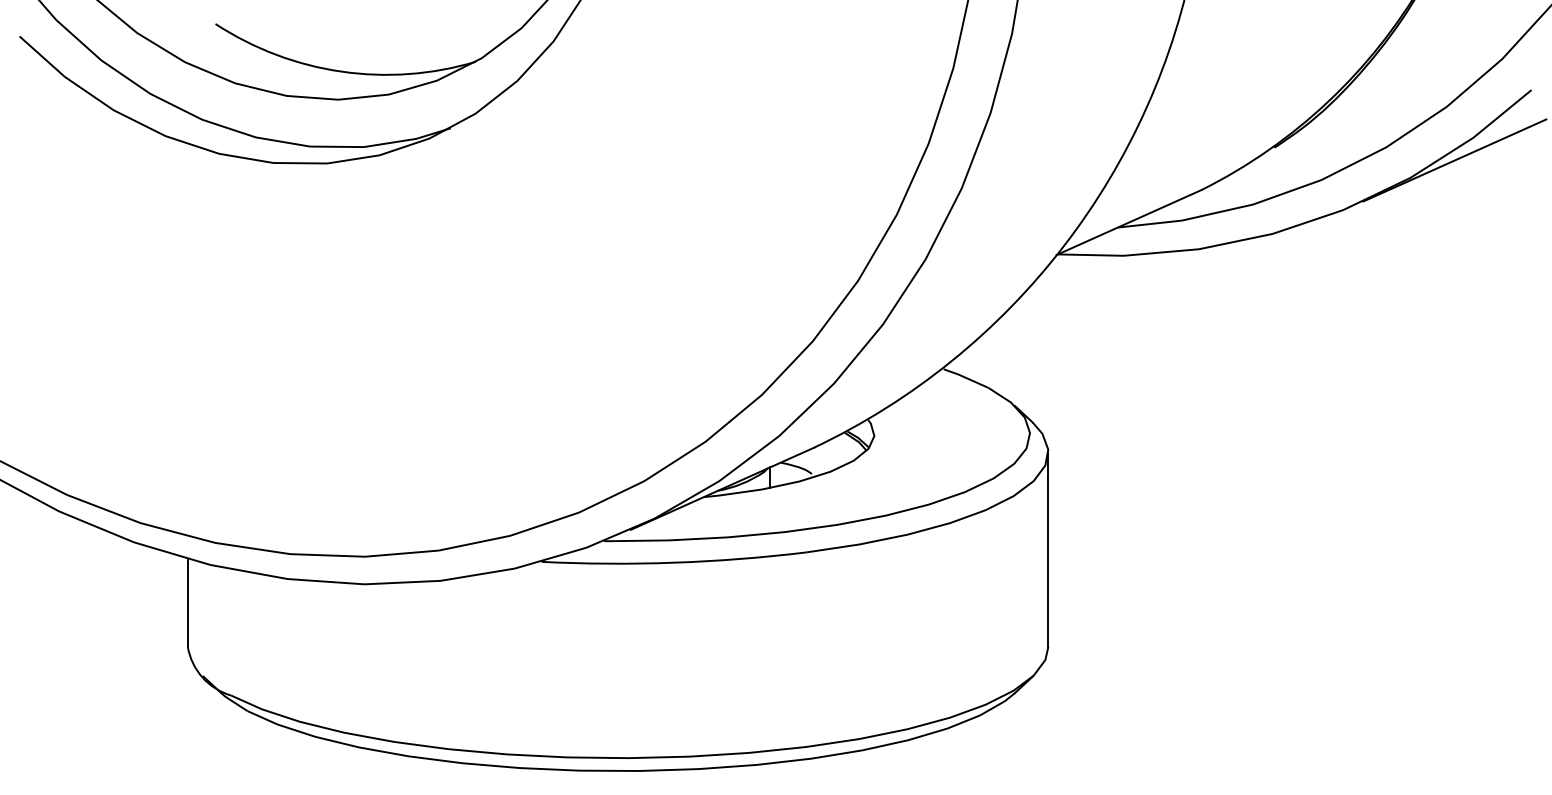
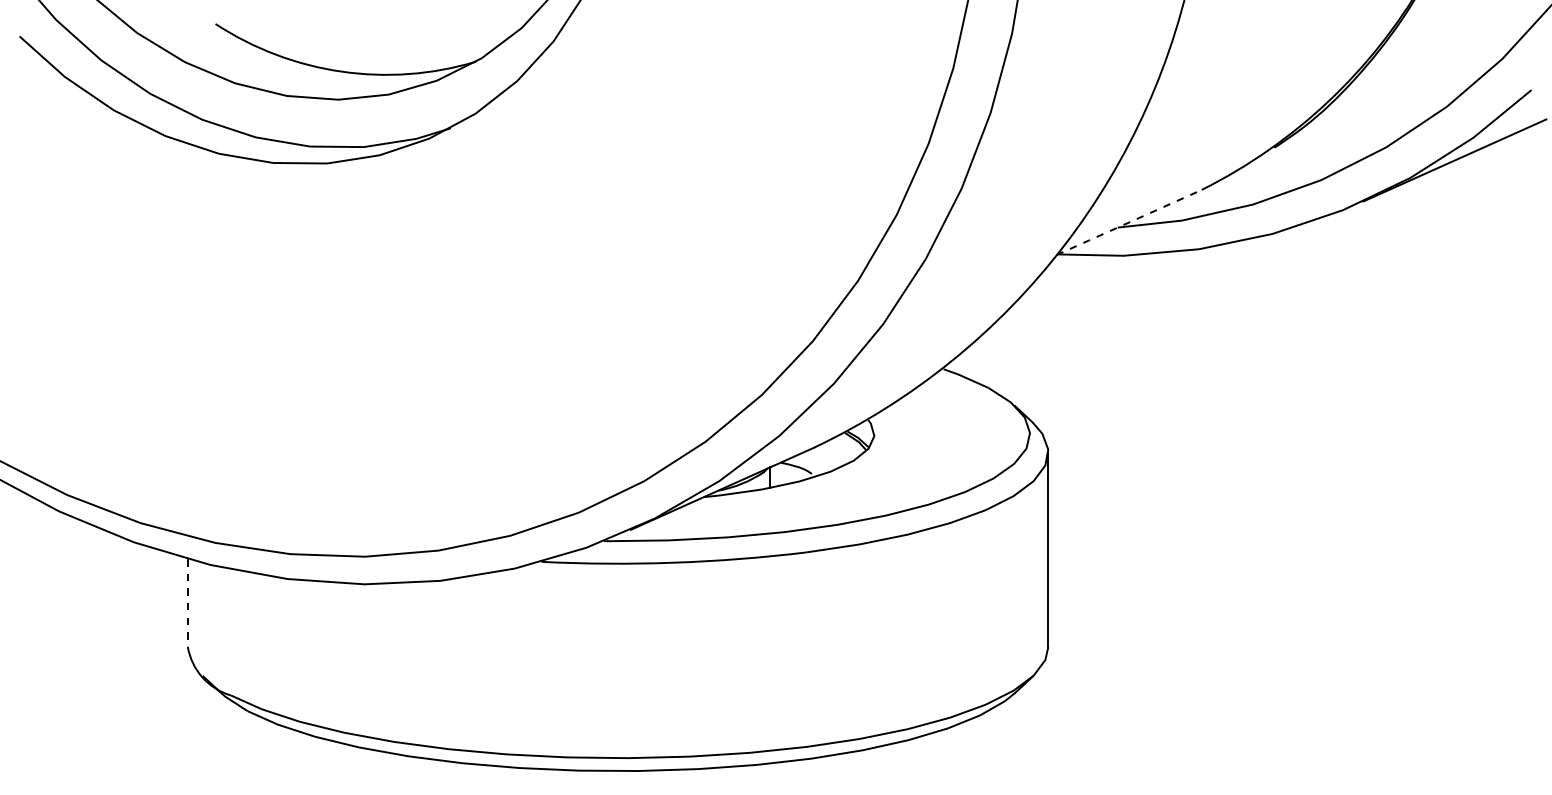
line at (1129, 222): solid -> dashed
line at (187, 603): solid -> dashed
